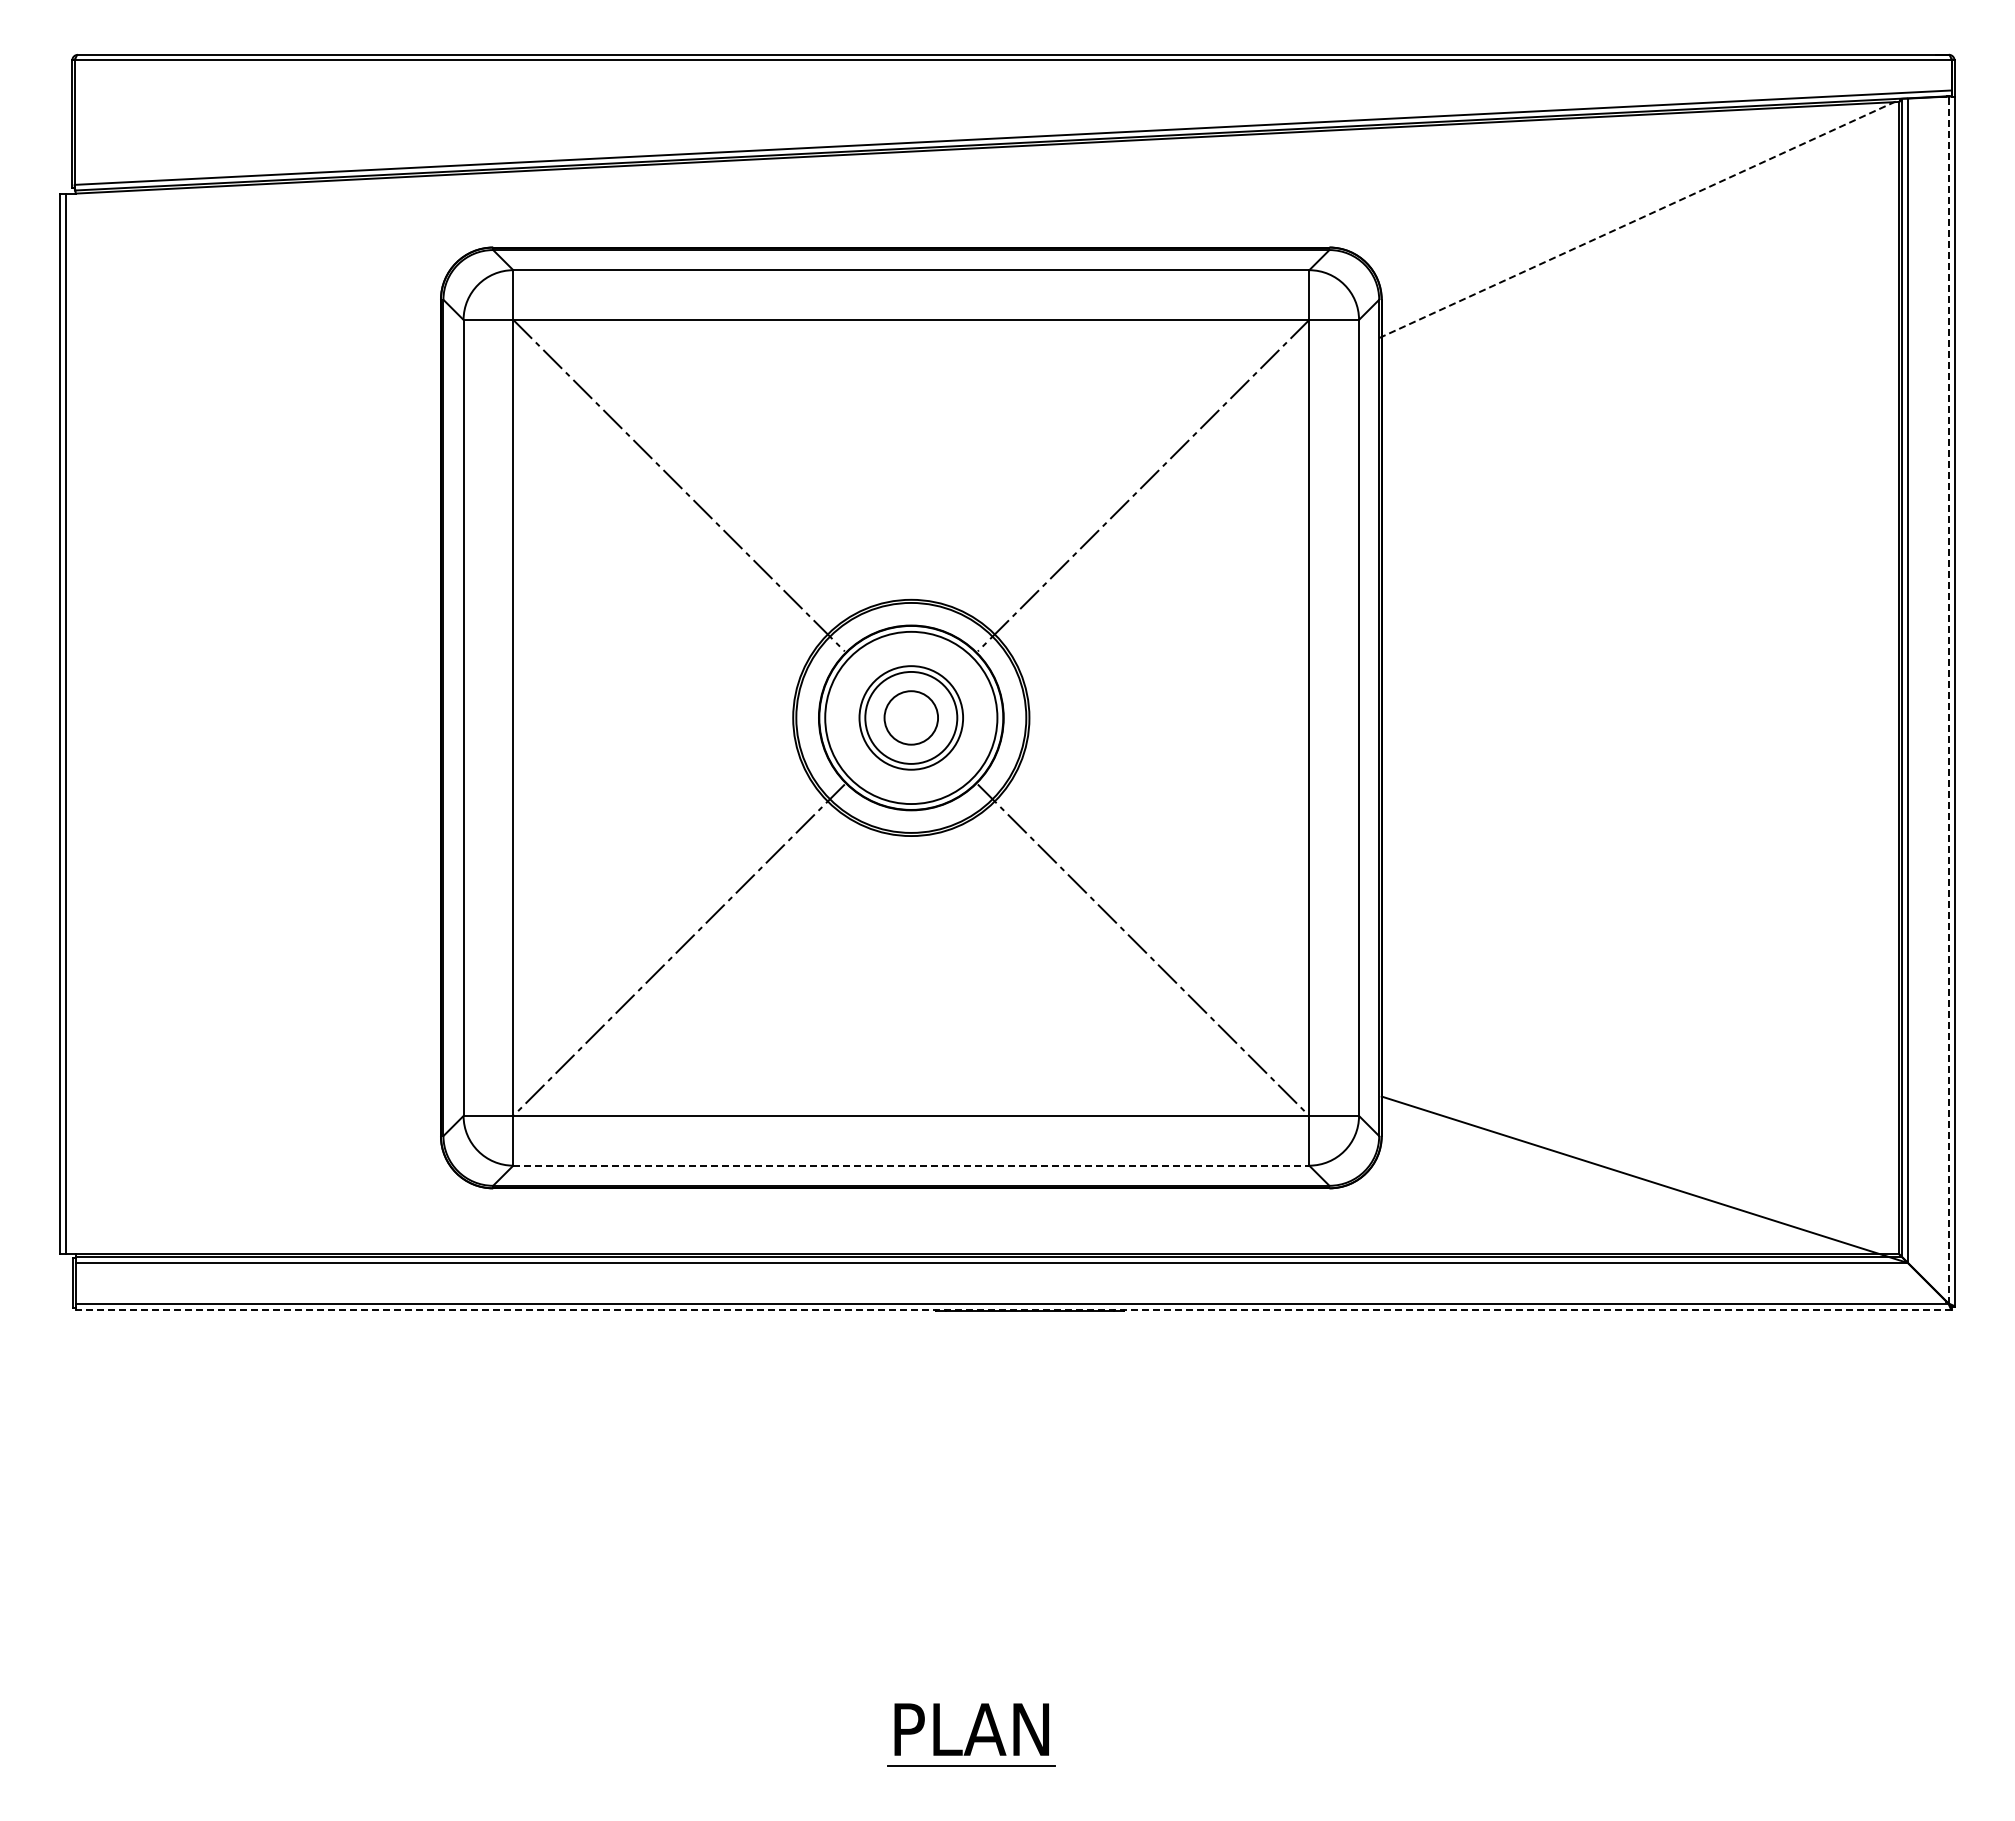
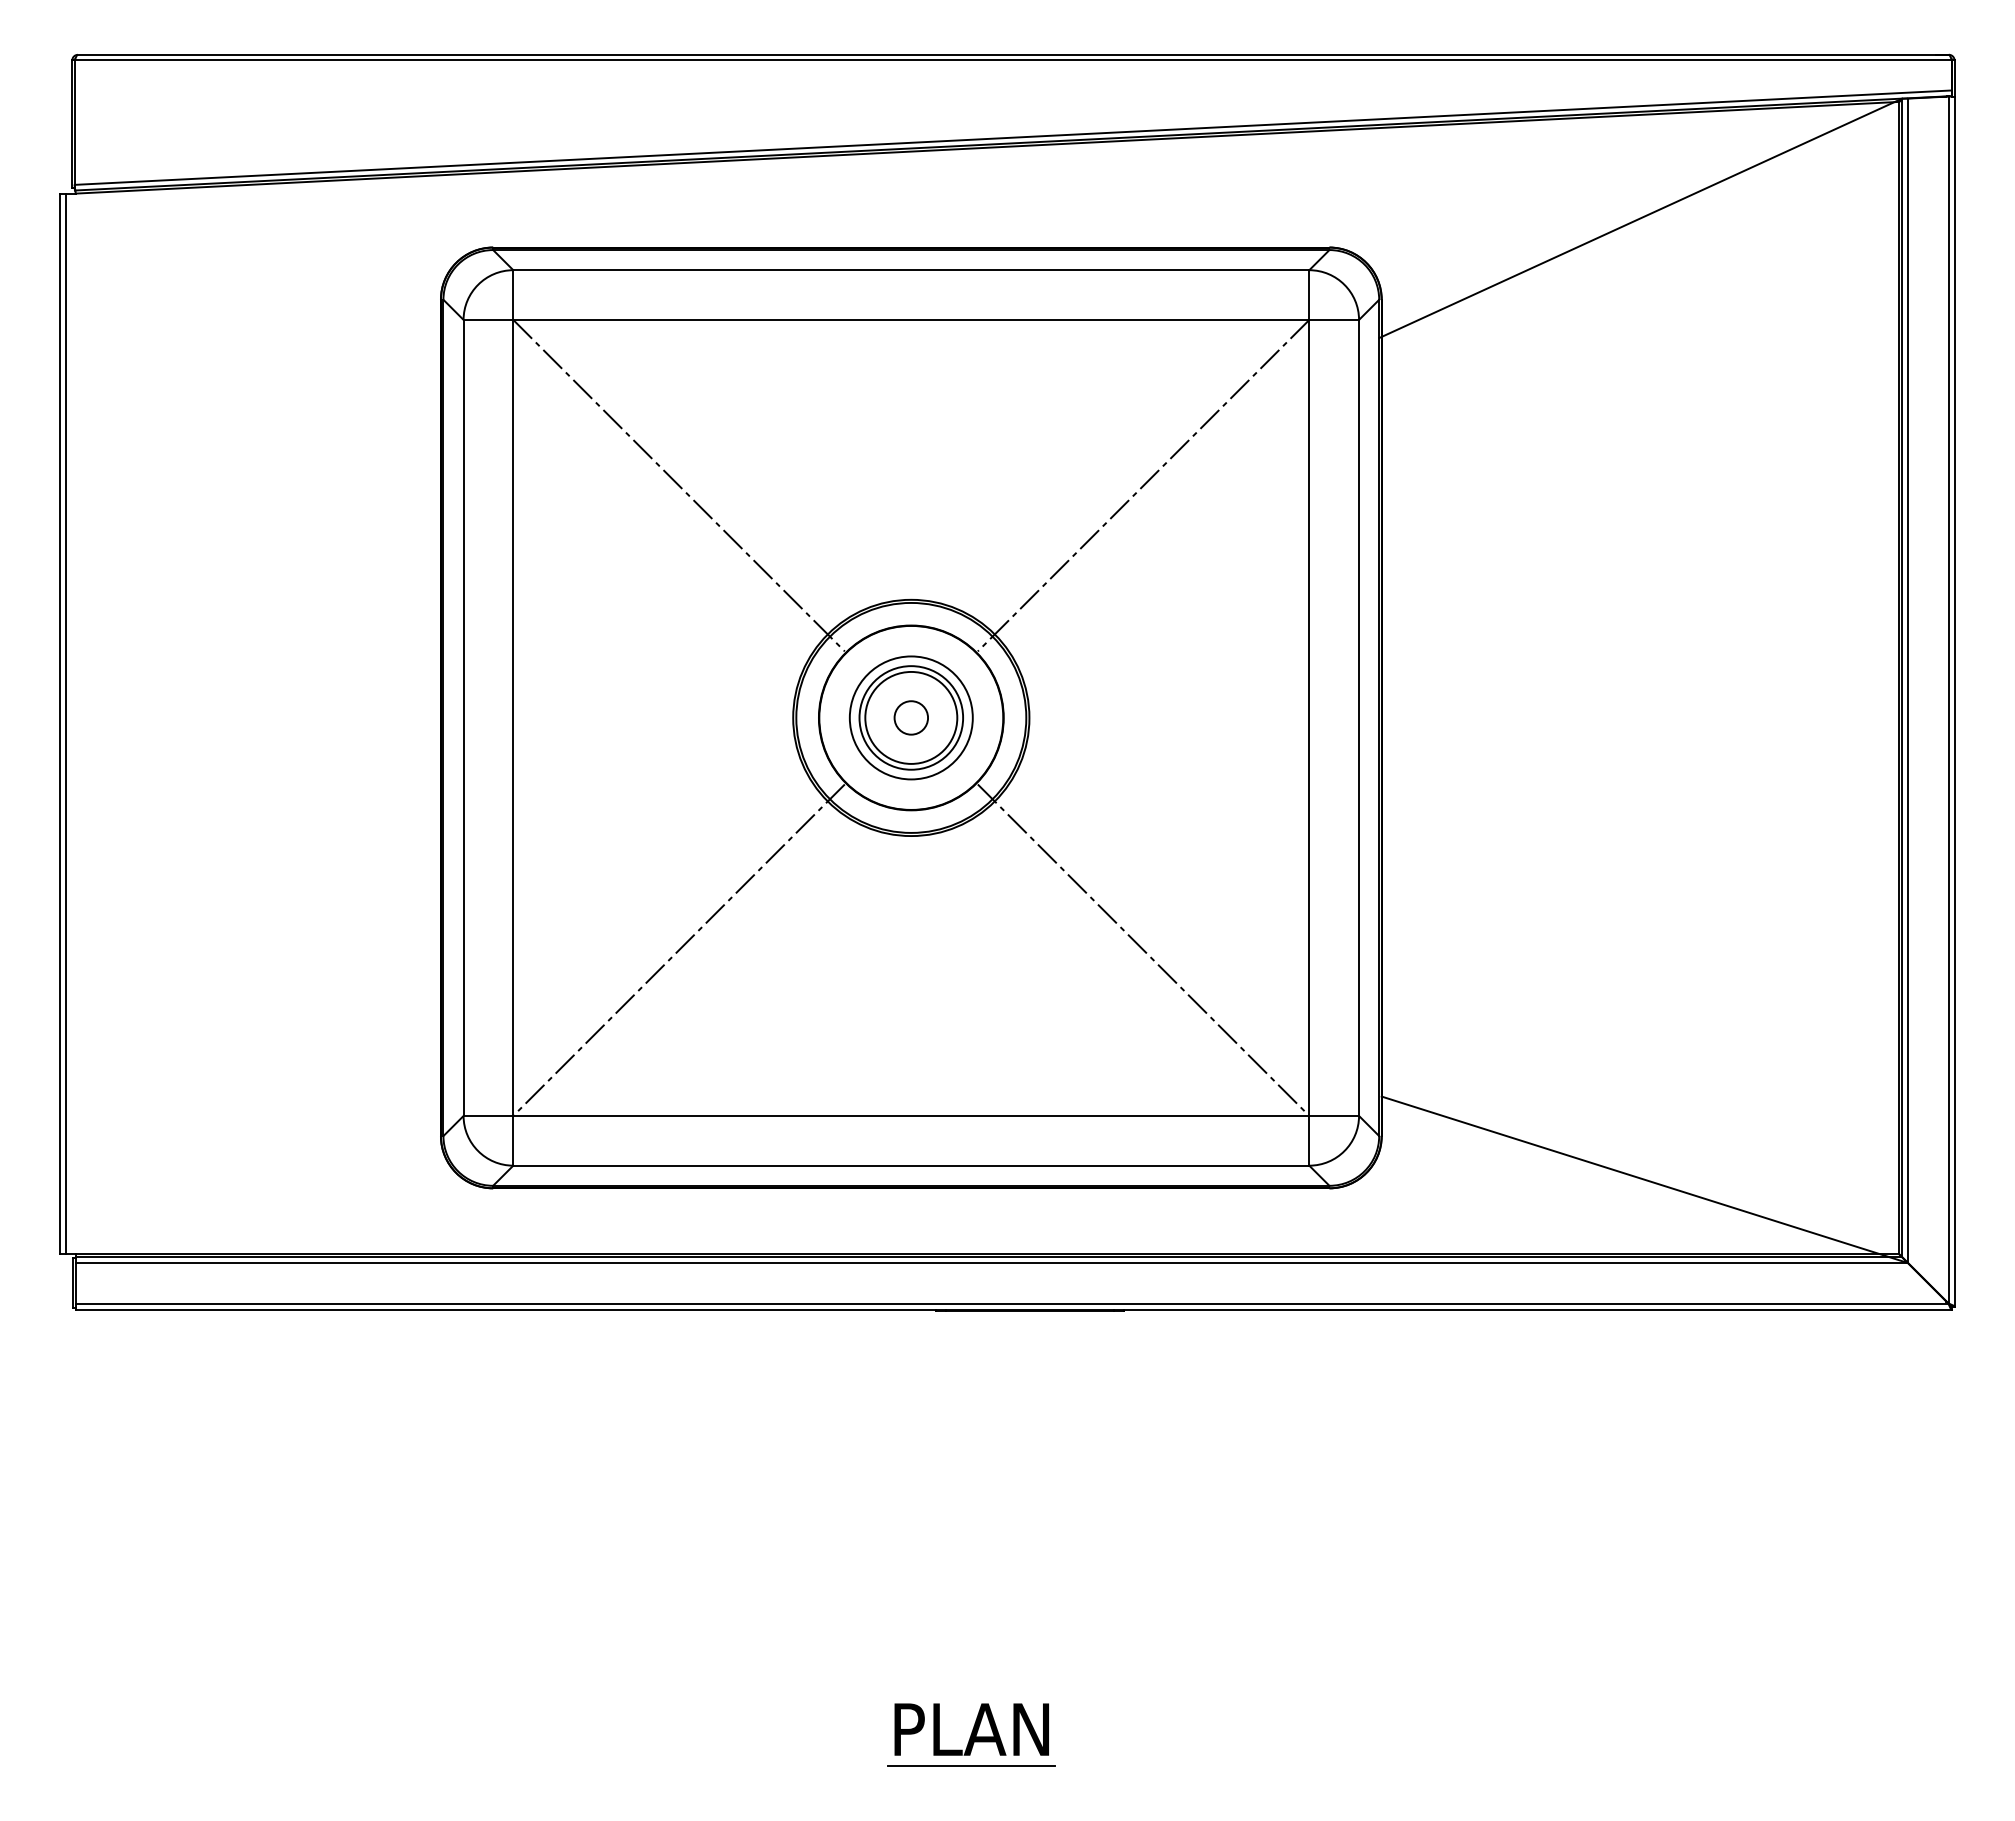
line at (1640, 218): dashed -> solid
line at (1948, 700): dashed -> solid
circle at (911, 717) diameter: 172 px -> 123 px
circle at (911, 717) diameter: 54 px -> 33 px
line at (911, 1165): dashed -> solid
line at (1013, 1309): dashed -> solid
